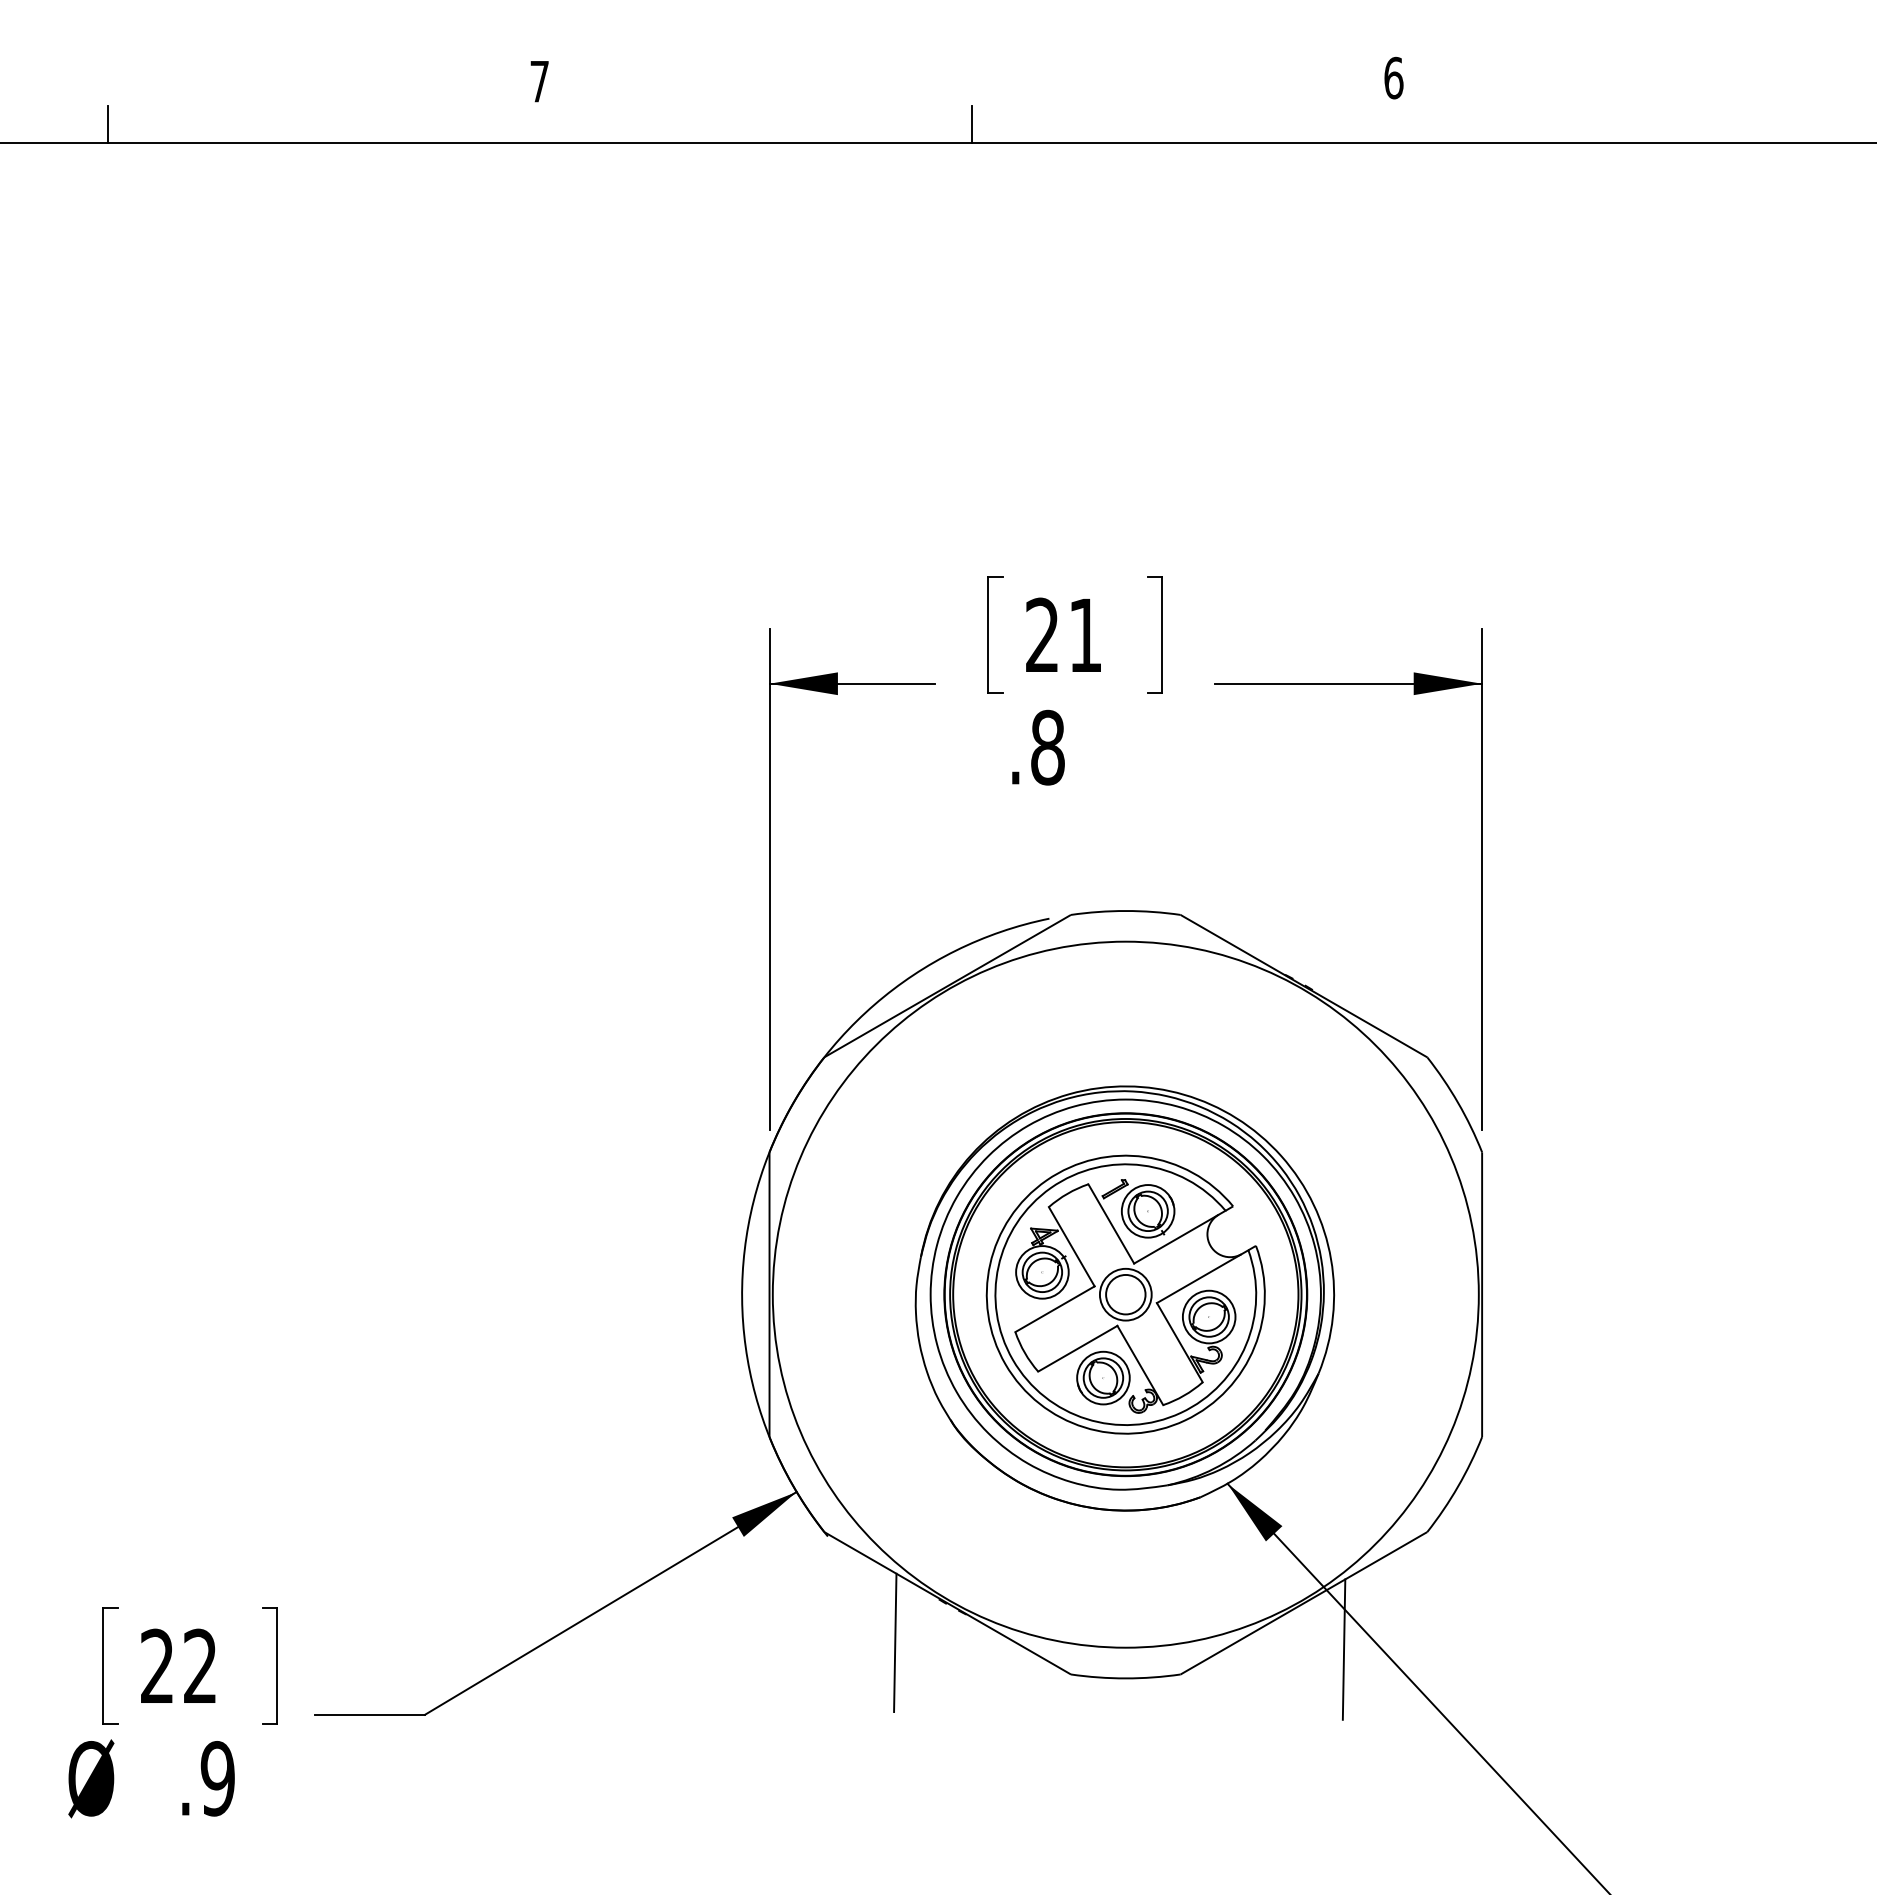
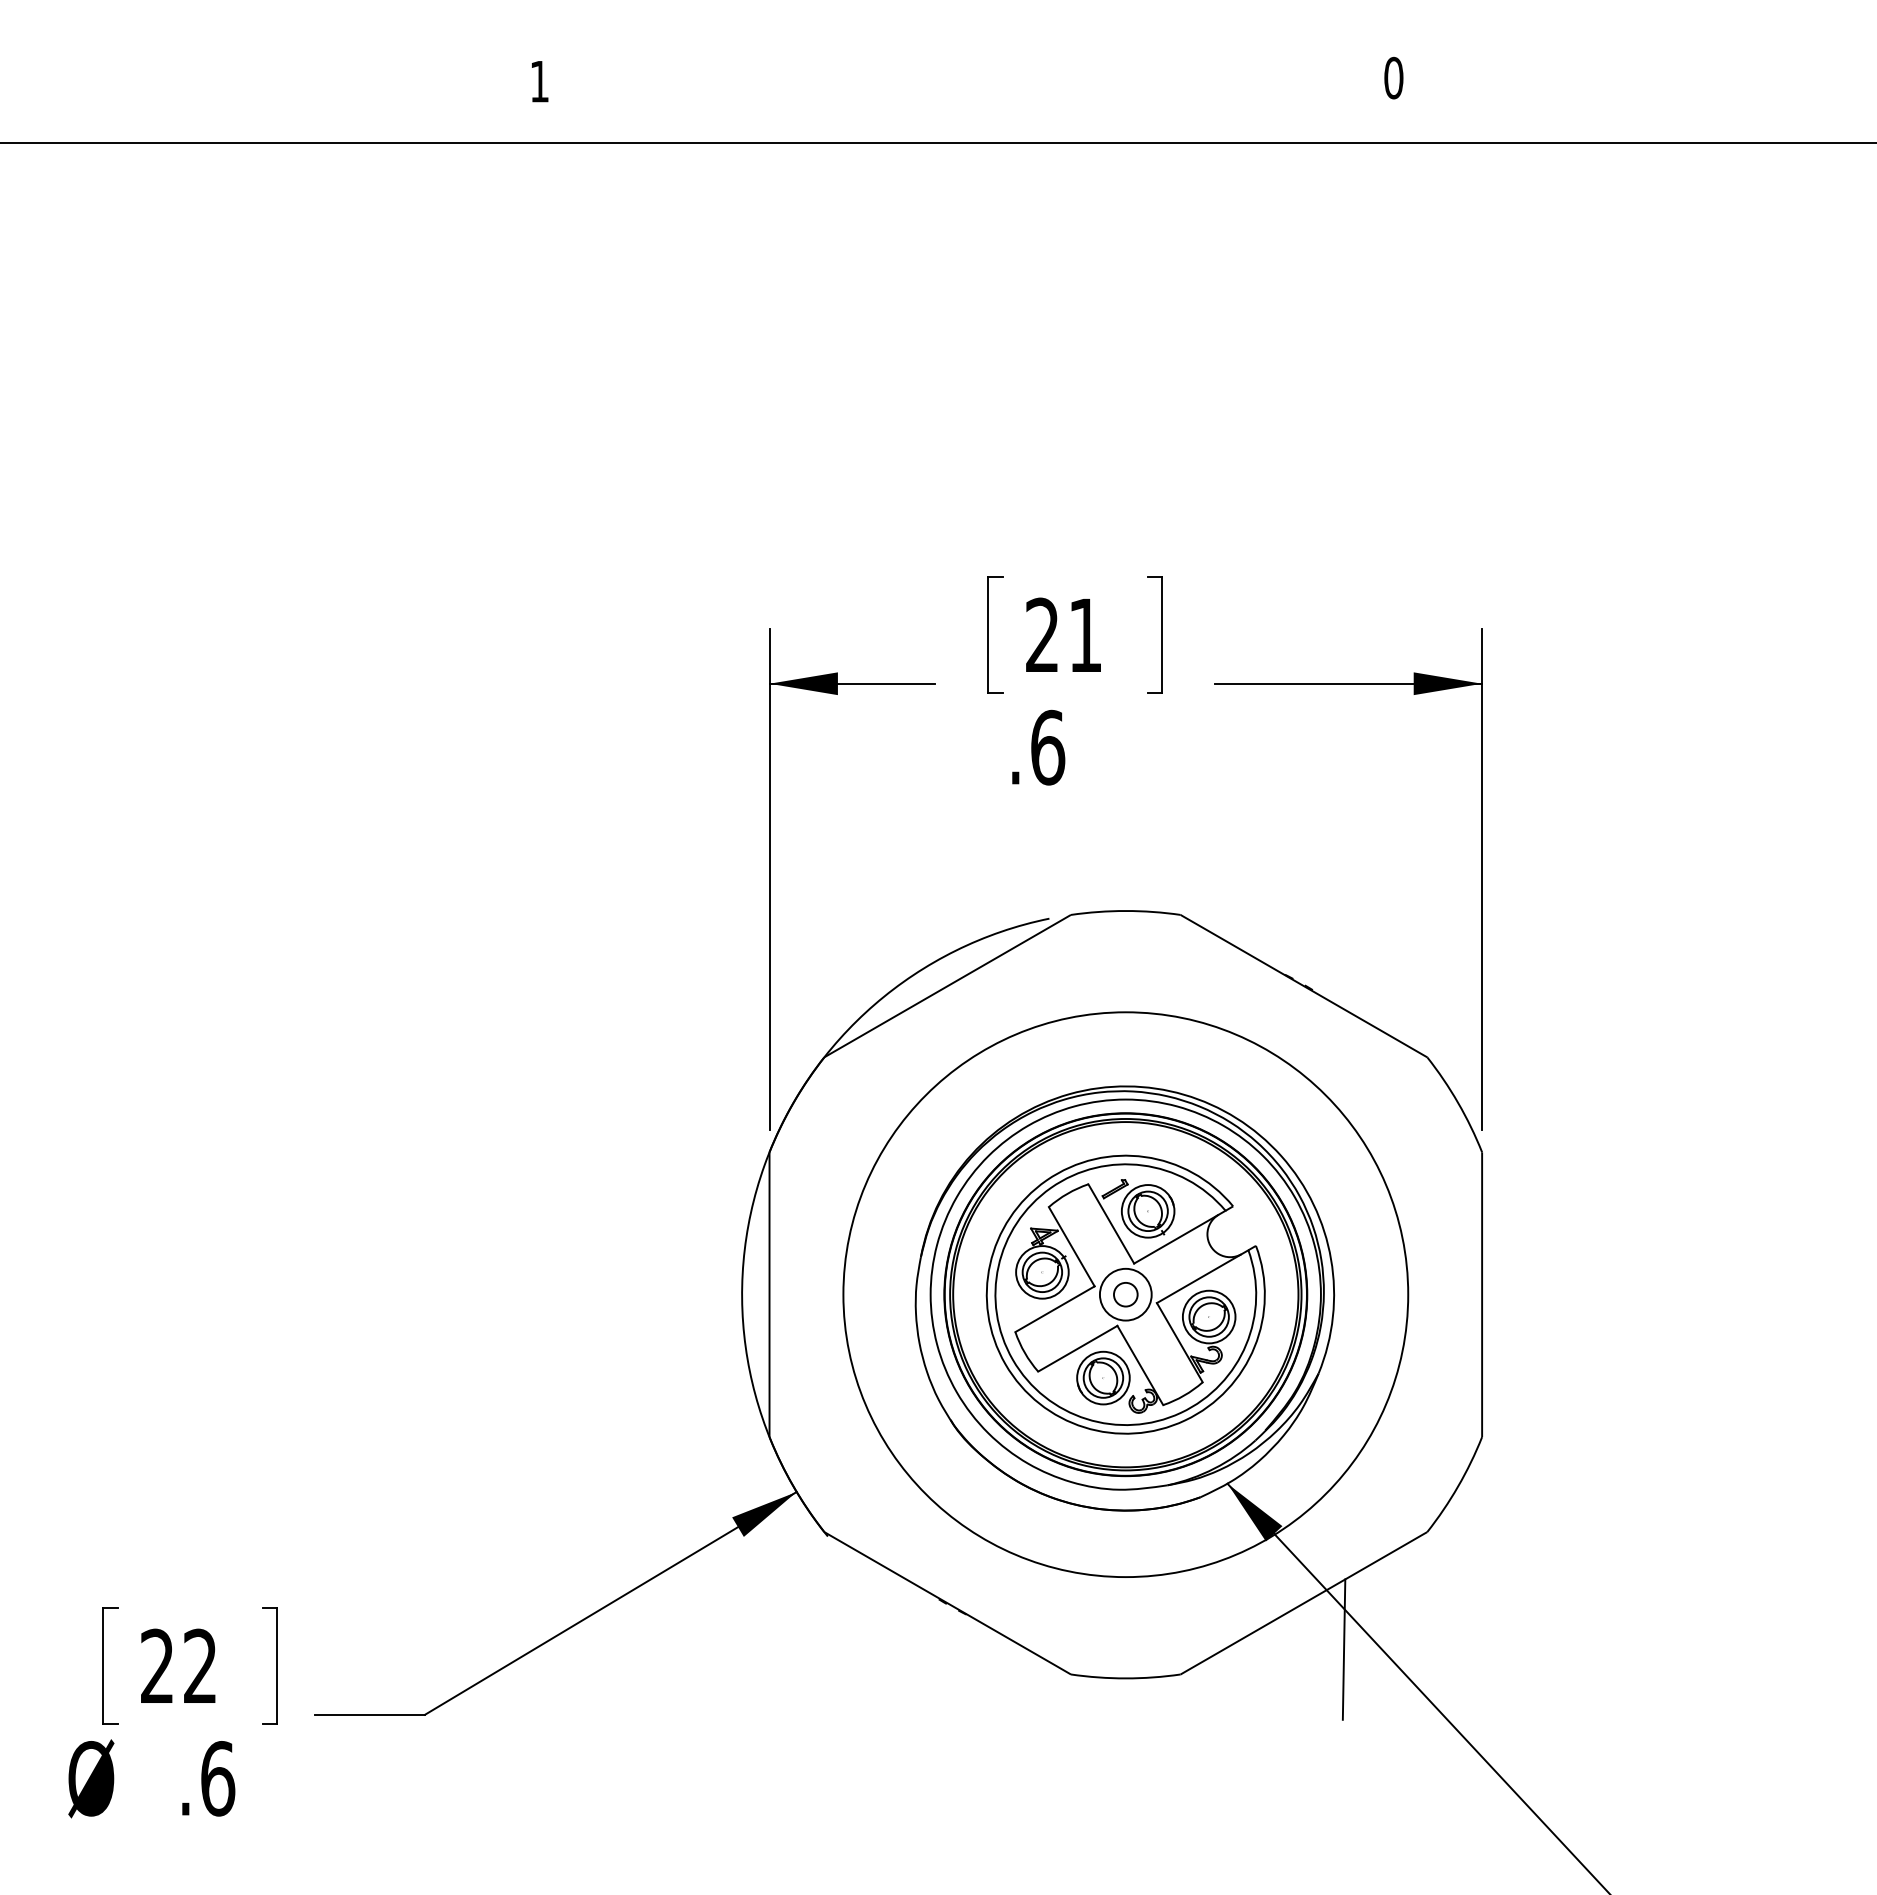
text at (1393, 77): 6 -> 0
text at (539, 81): 7 -> 1
line at (108, 123): present -> none
line at (971, 123): present -> none
text at (1048, 747): .8 -> .6
circle at (1125, 1294) diameter: 39 px -> 24 px
circle at (1125, 1294) diameter: 706 px -> 565 px
line at (895, 1642): present -> none
text at (217, 1778): .9 -> .6
